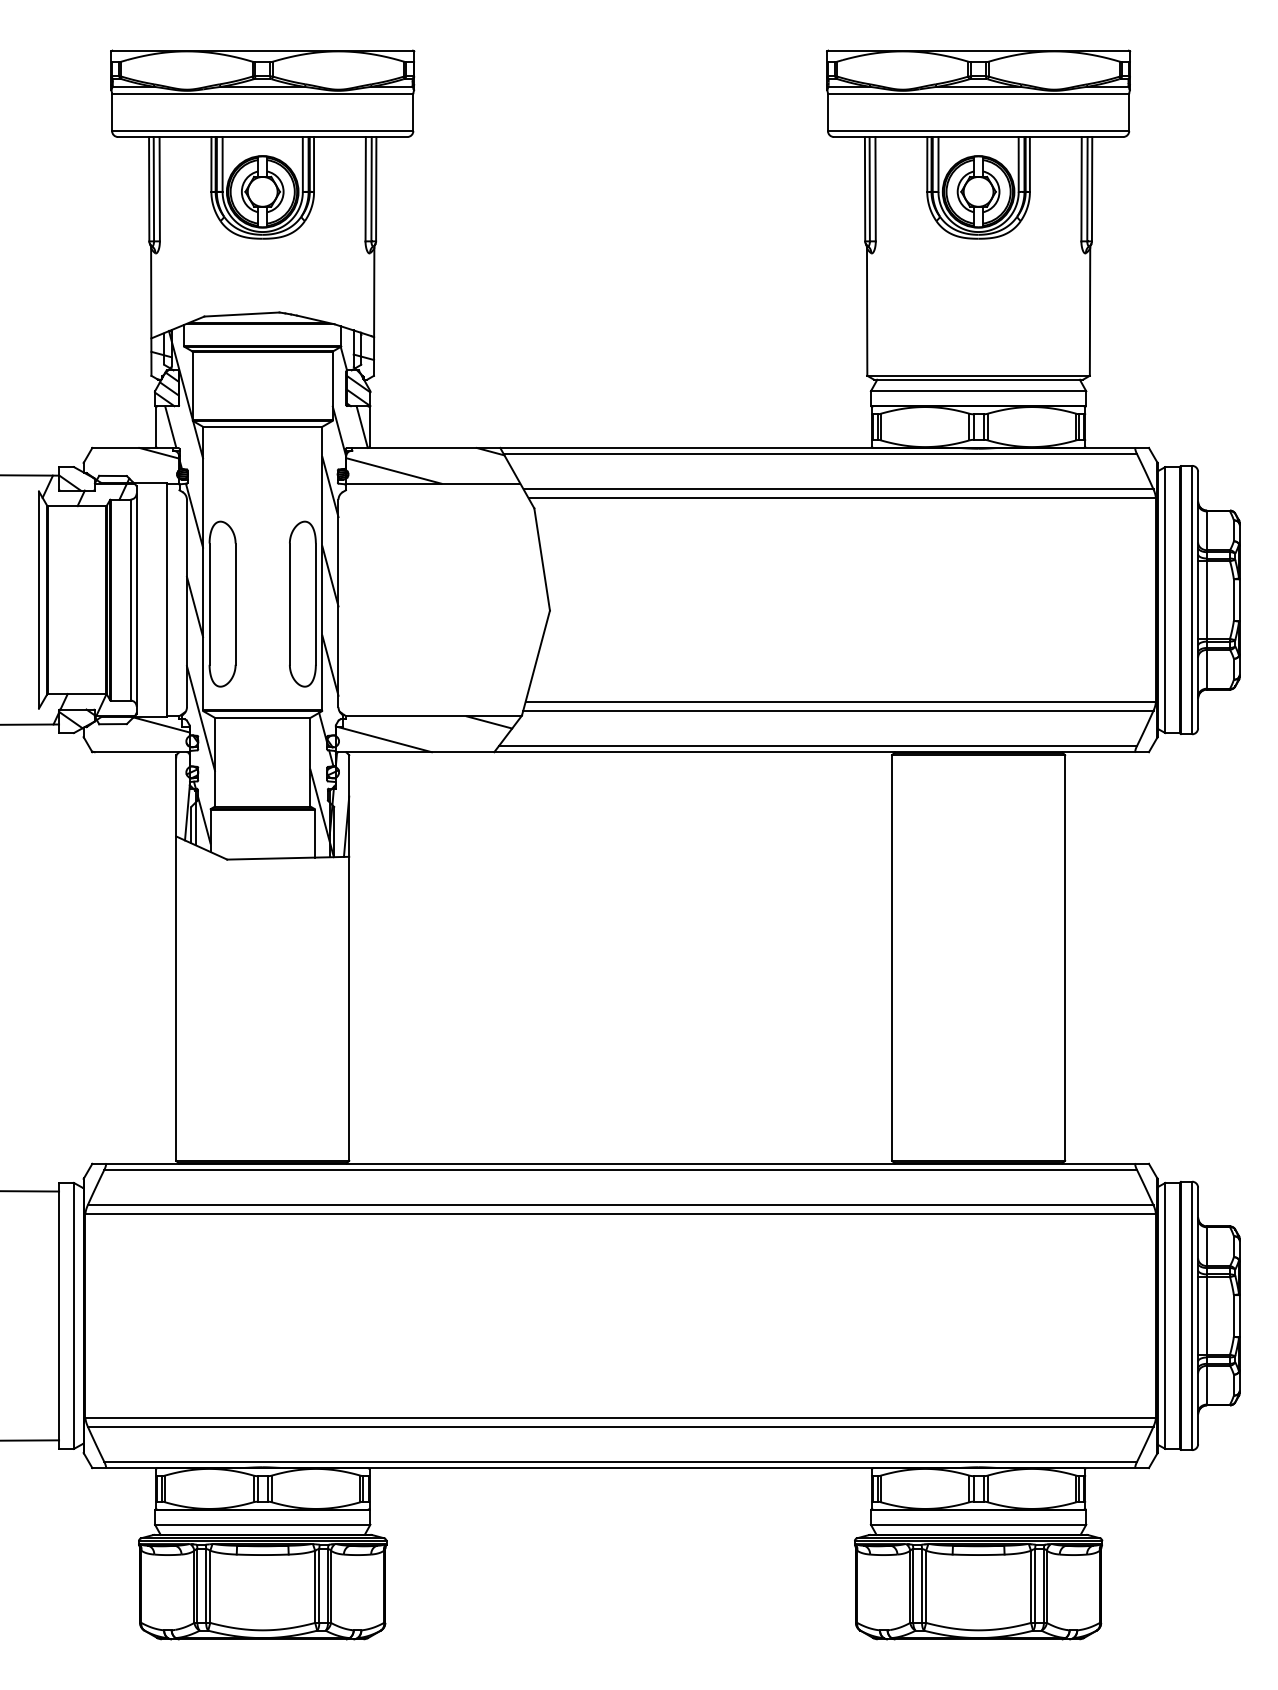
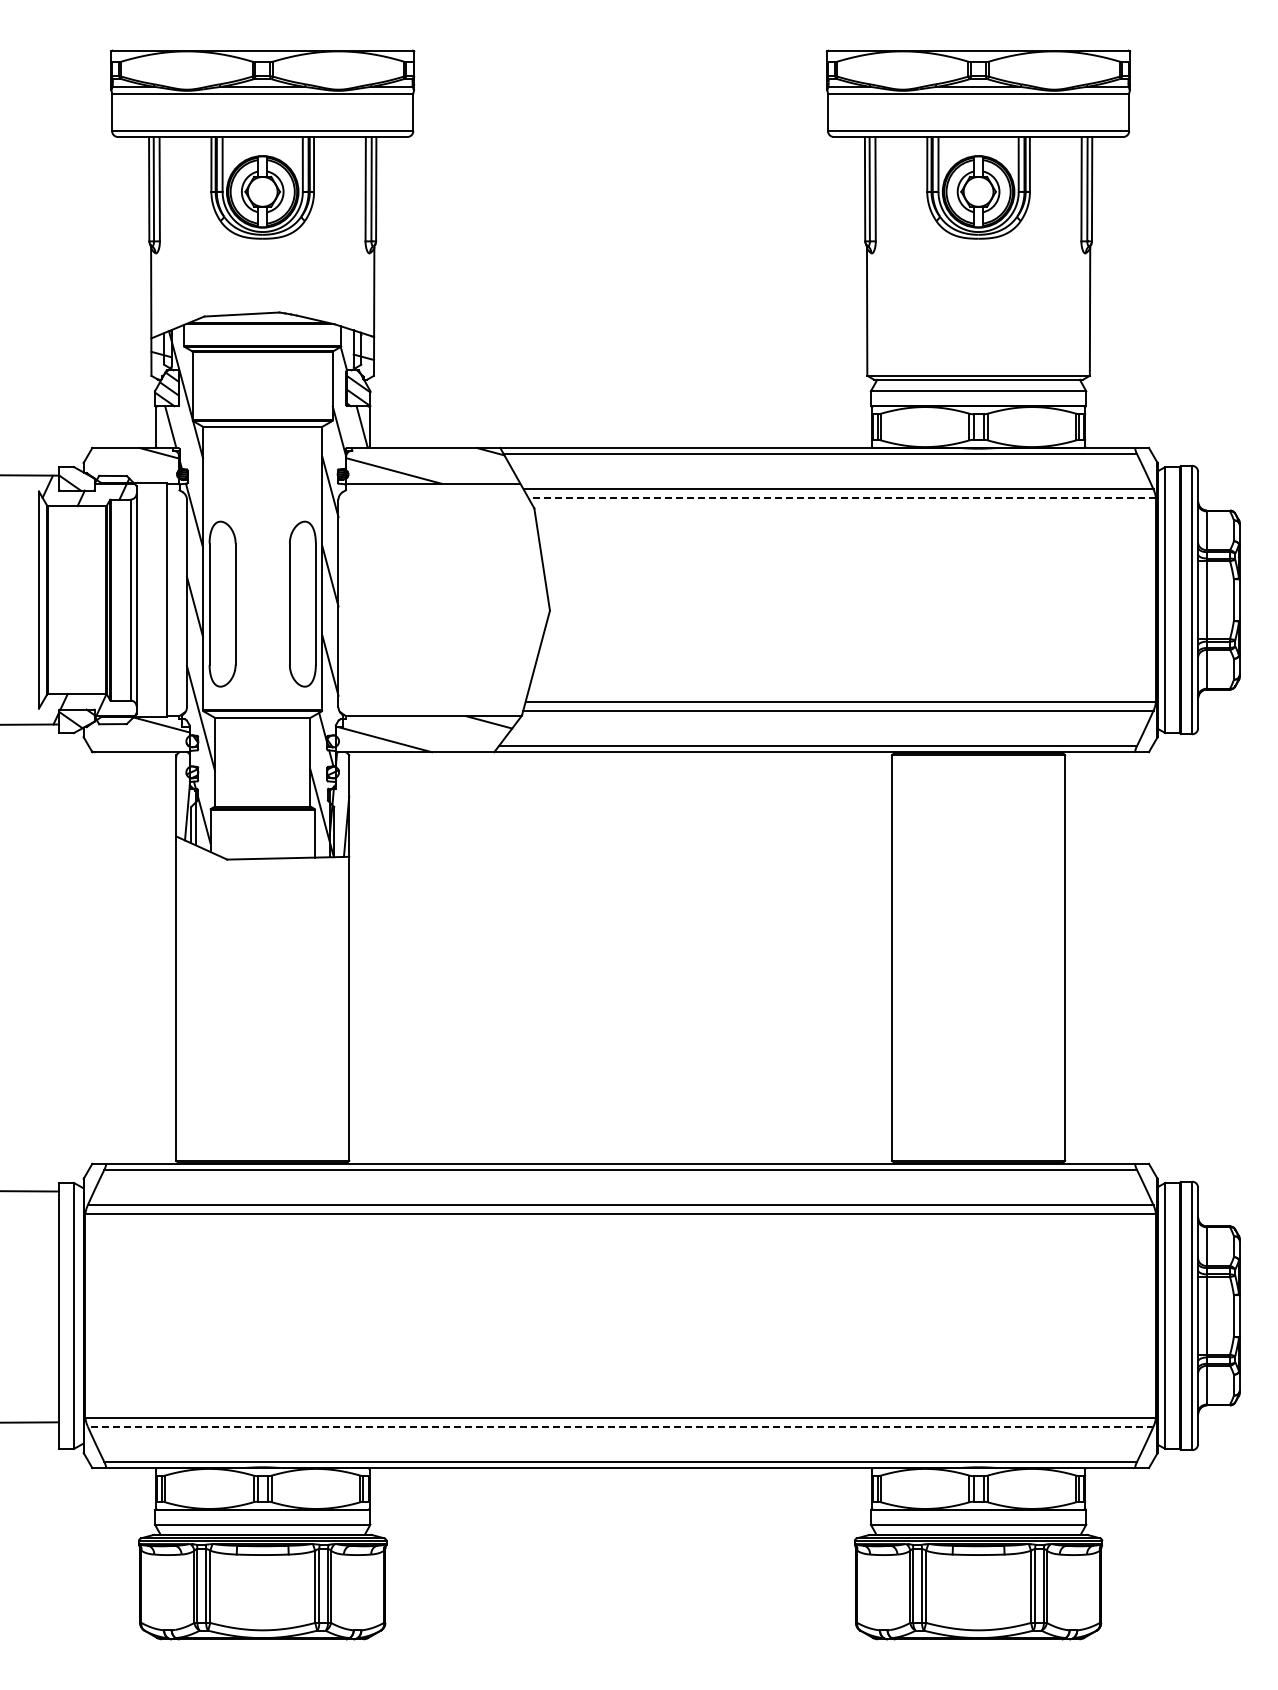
line at (842, 498): solid -> dashed
line at (620, 1426): solid -> dashed
line at (30, 1440) position: (30, 1440) -> (30, 1422)
